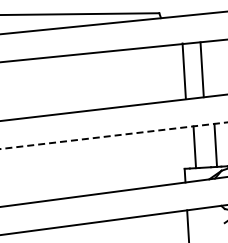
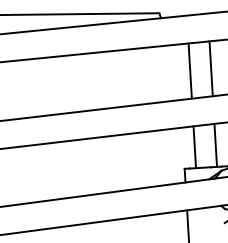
line at (201, 69) position: (201, 69) -> (210, 68)
line at (183, 70) position: (183, 70) -> (189, 70)
line at (114, 135): dashed -> solid
